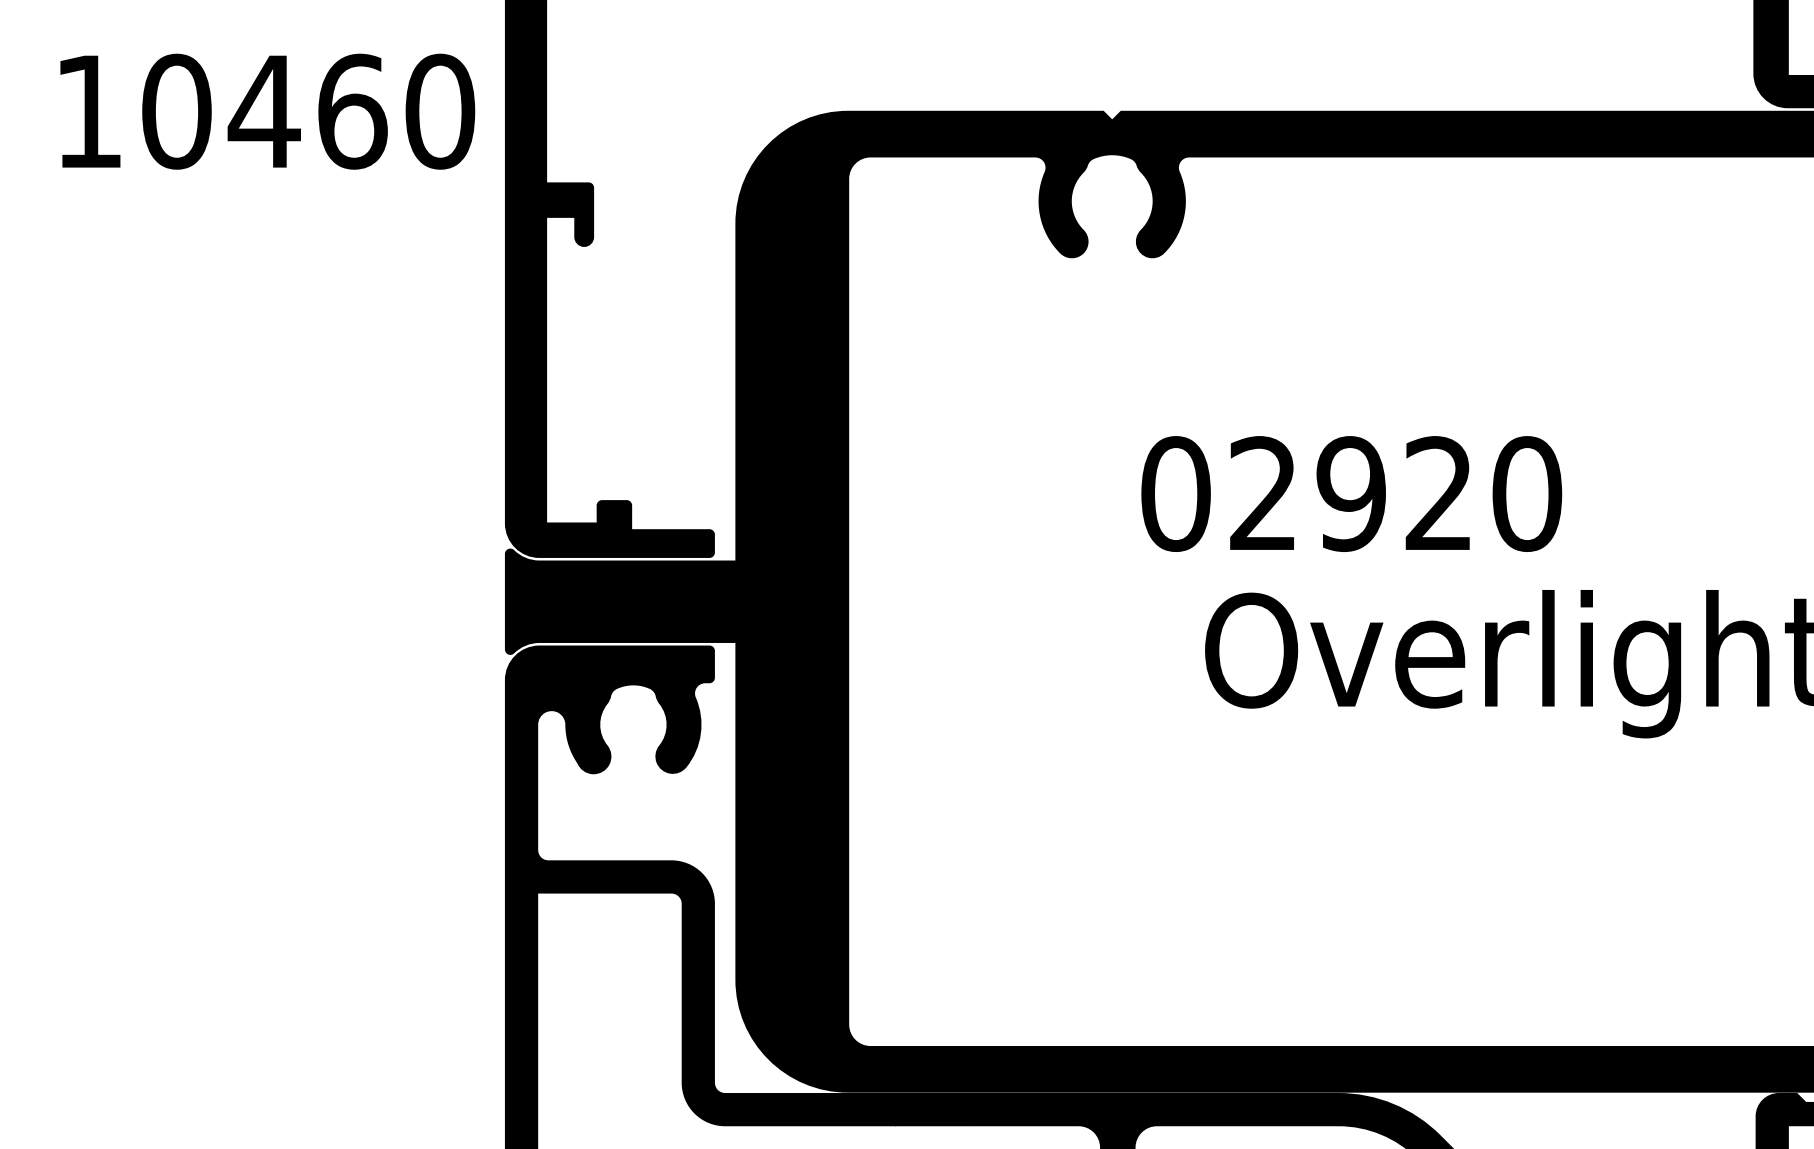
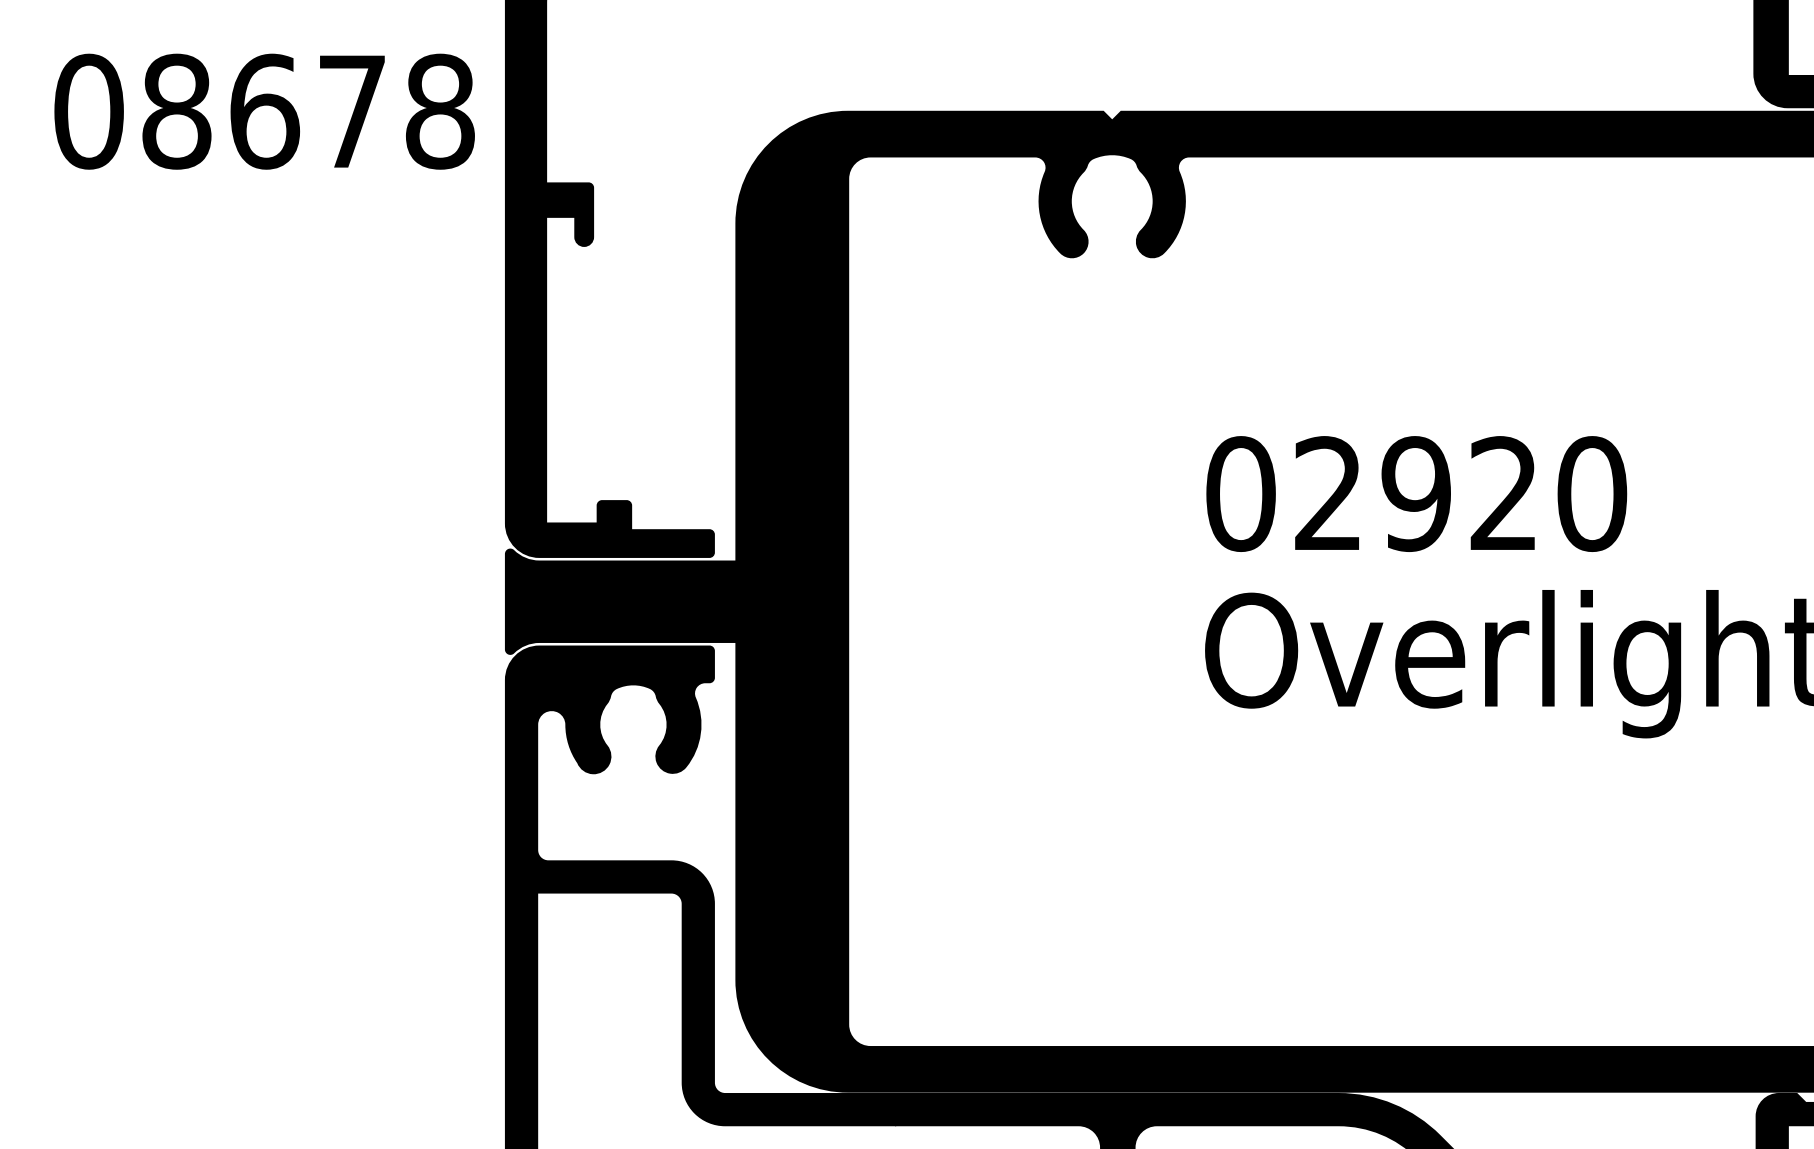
text at (264, 111): 10460 -> 08678
text at (1351, 493) position: (1351, 493) -> (1416, 493)
